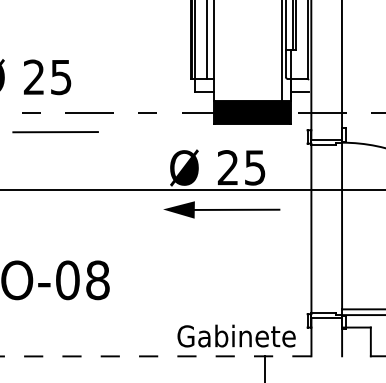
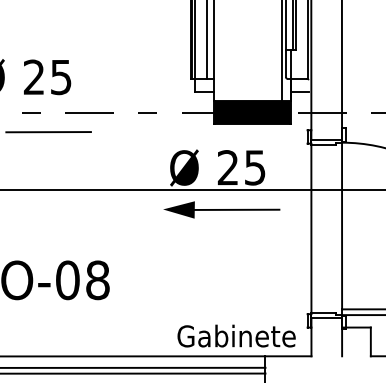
line at (55, 132) position: (55, 132) -> (48, 132)
line at (155, 356): dashed -> solid
line at (133, 367): none -> present
line at (133, 373): none -> present
